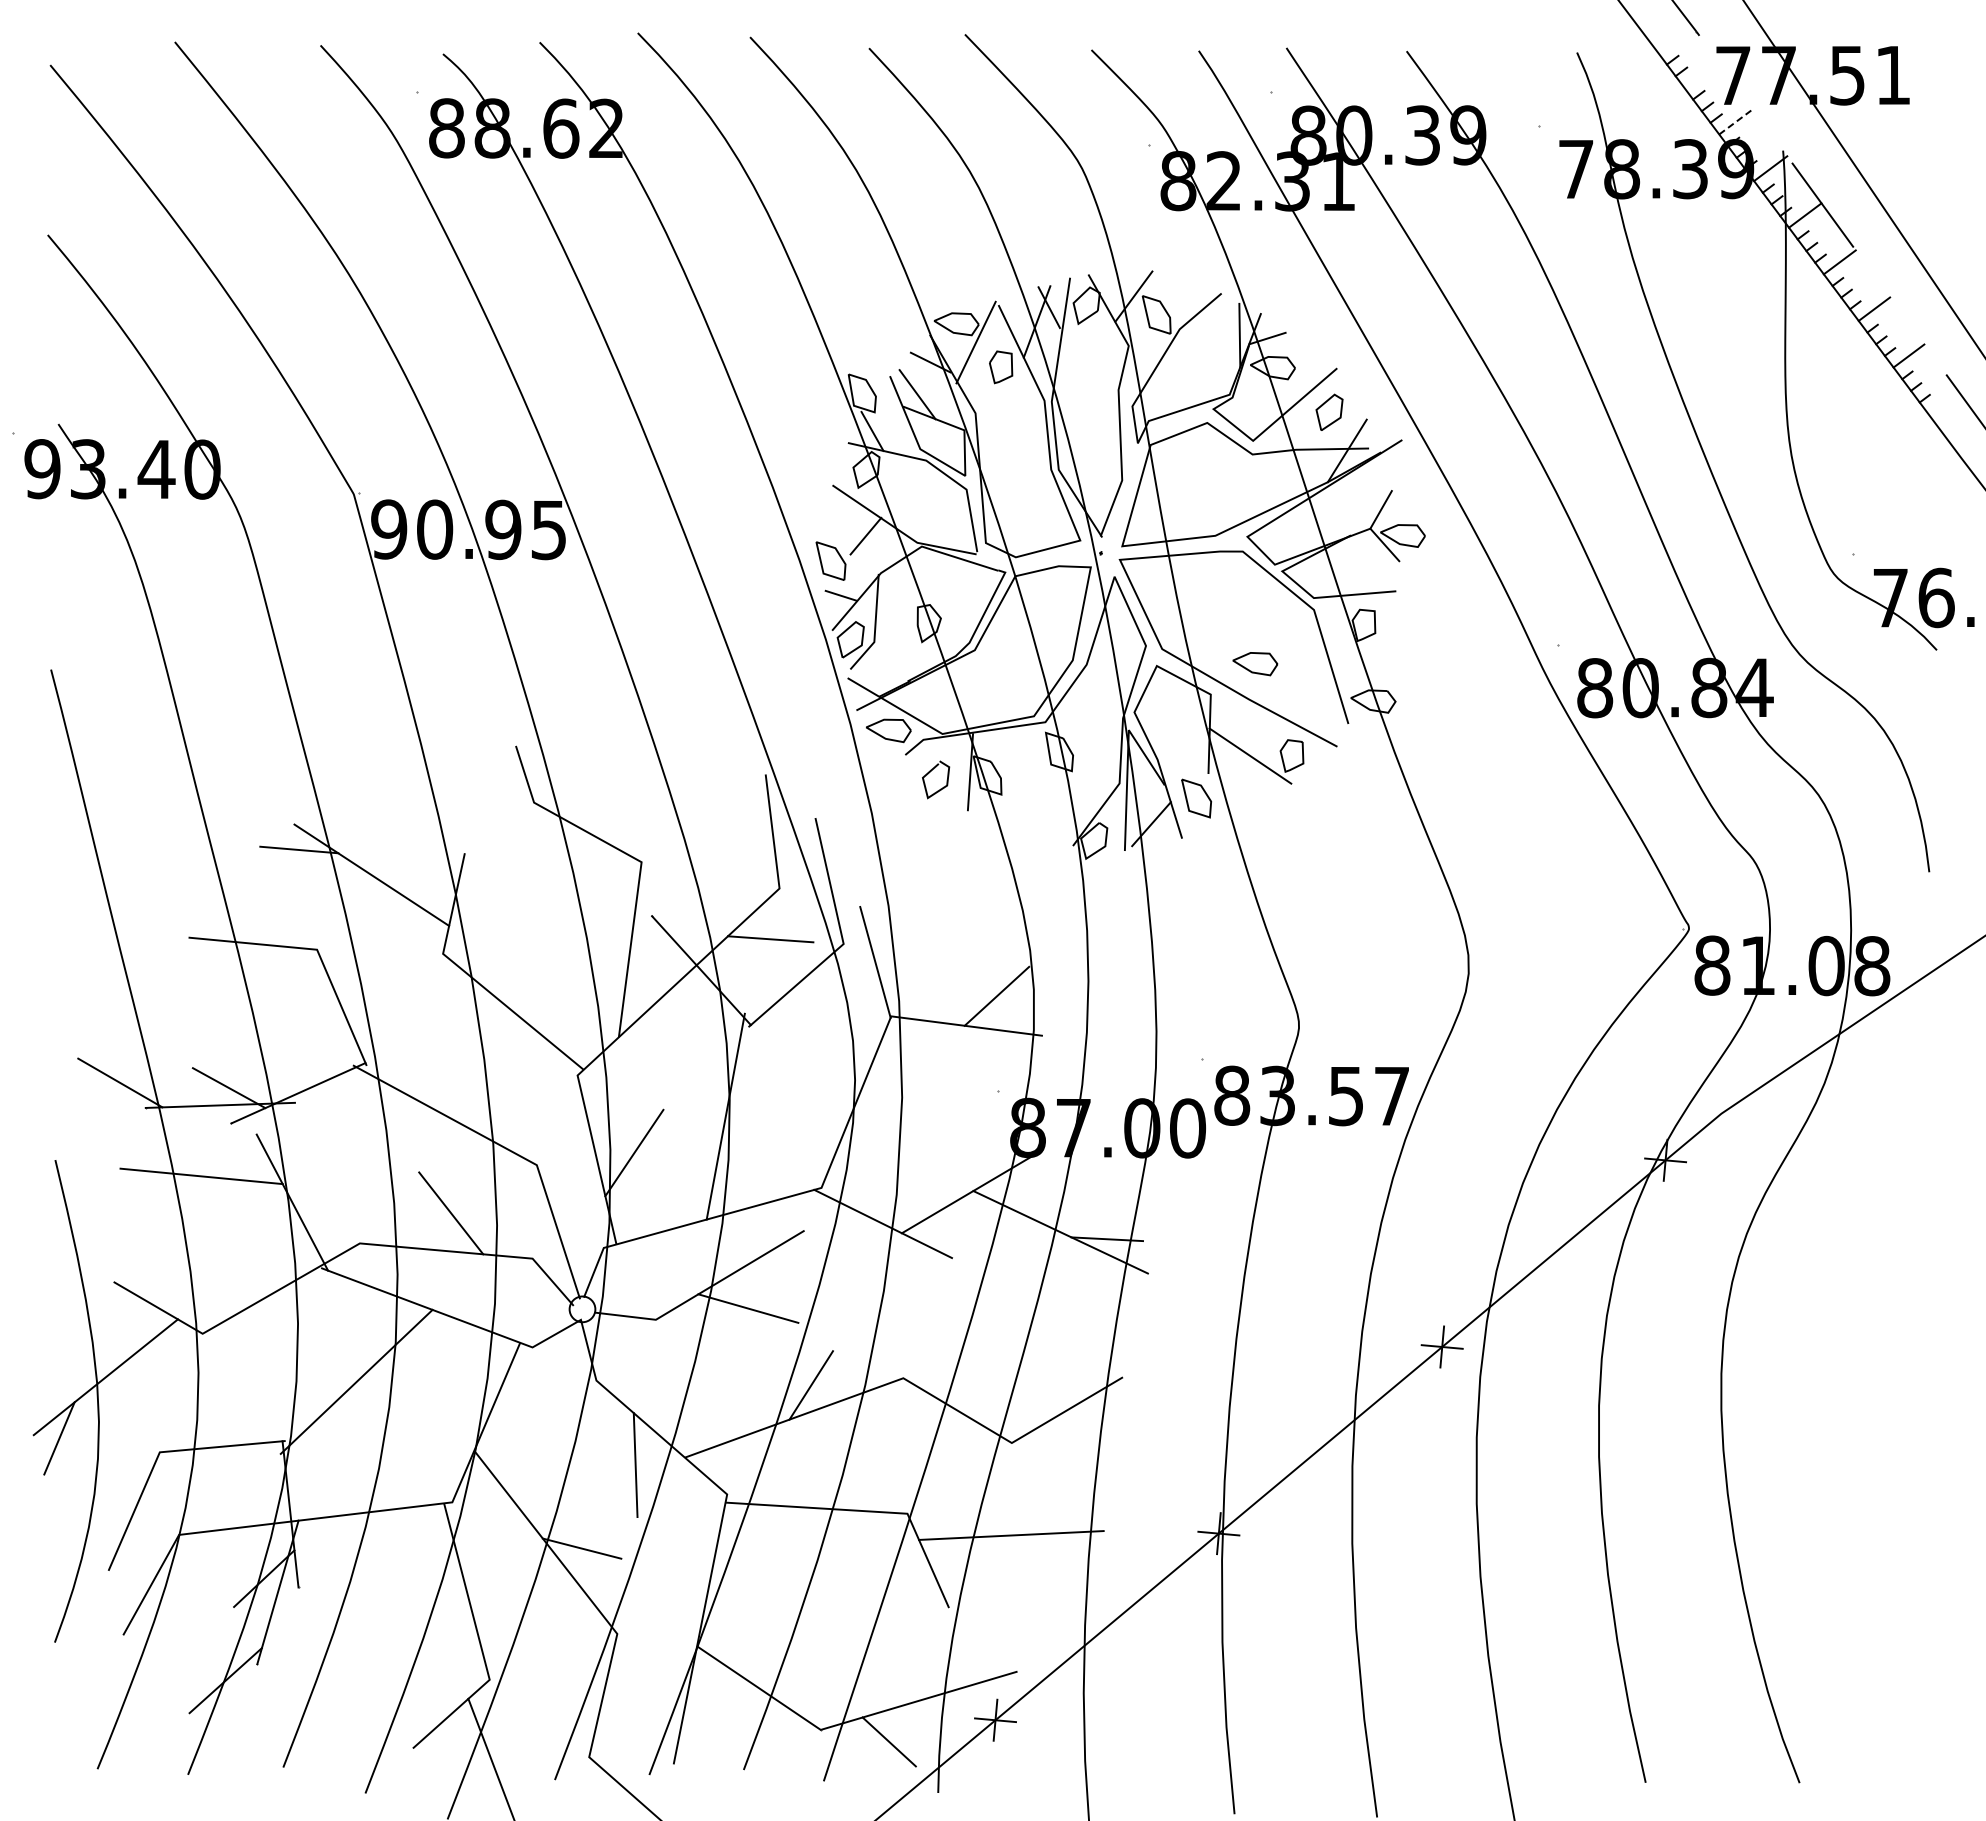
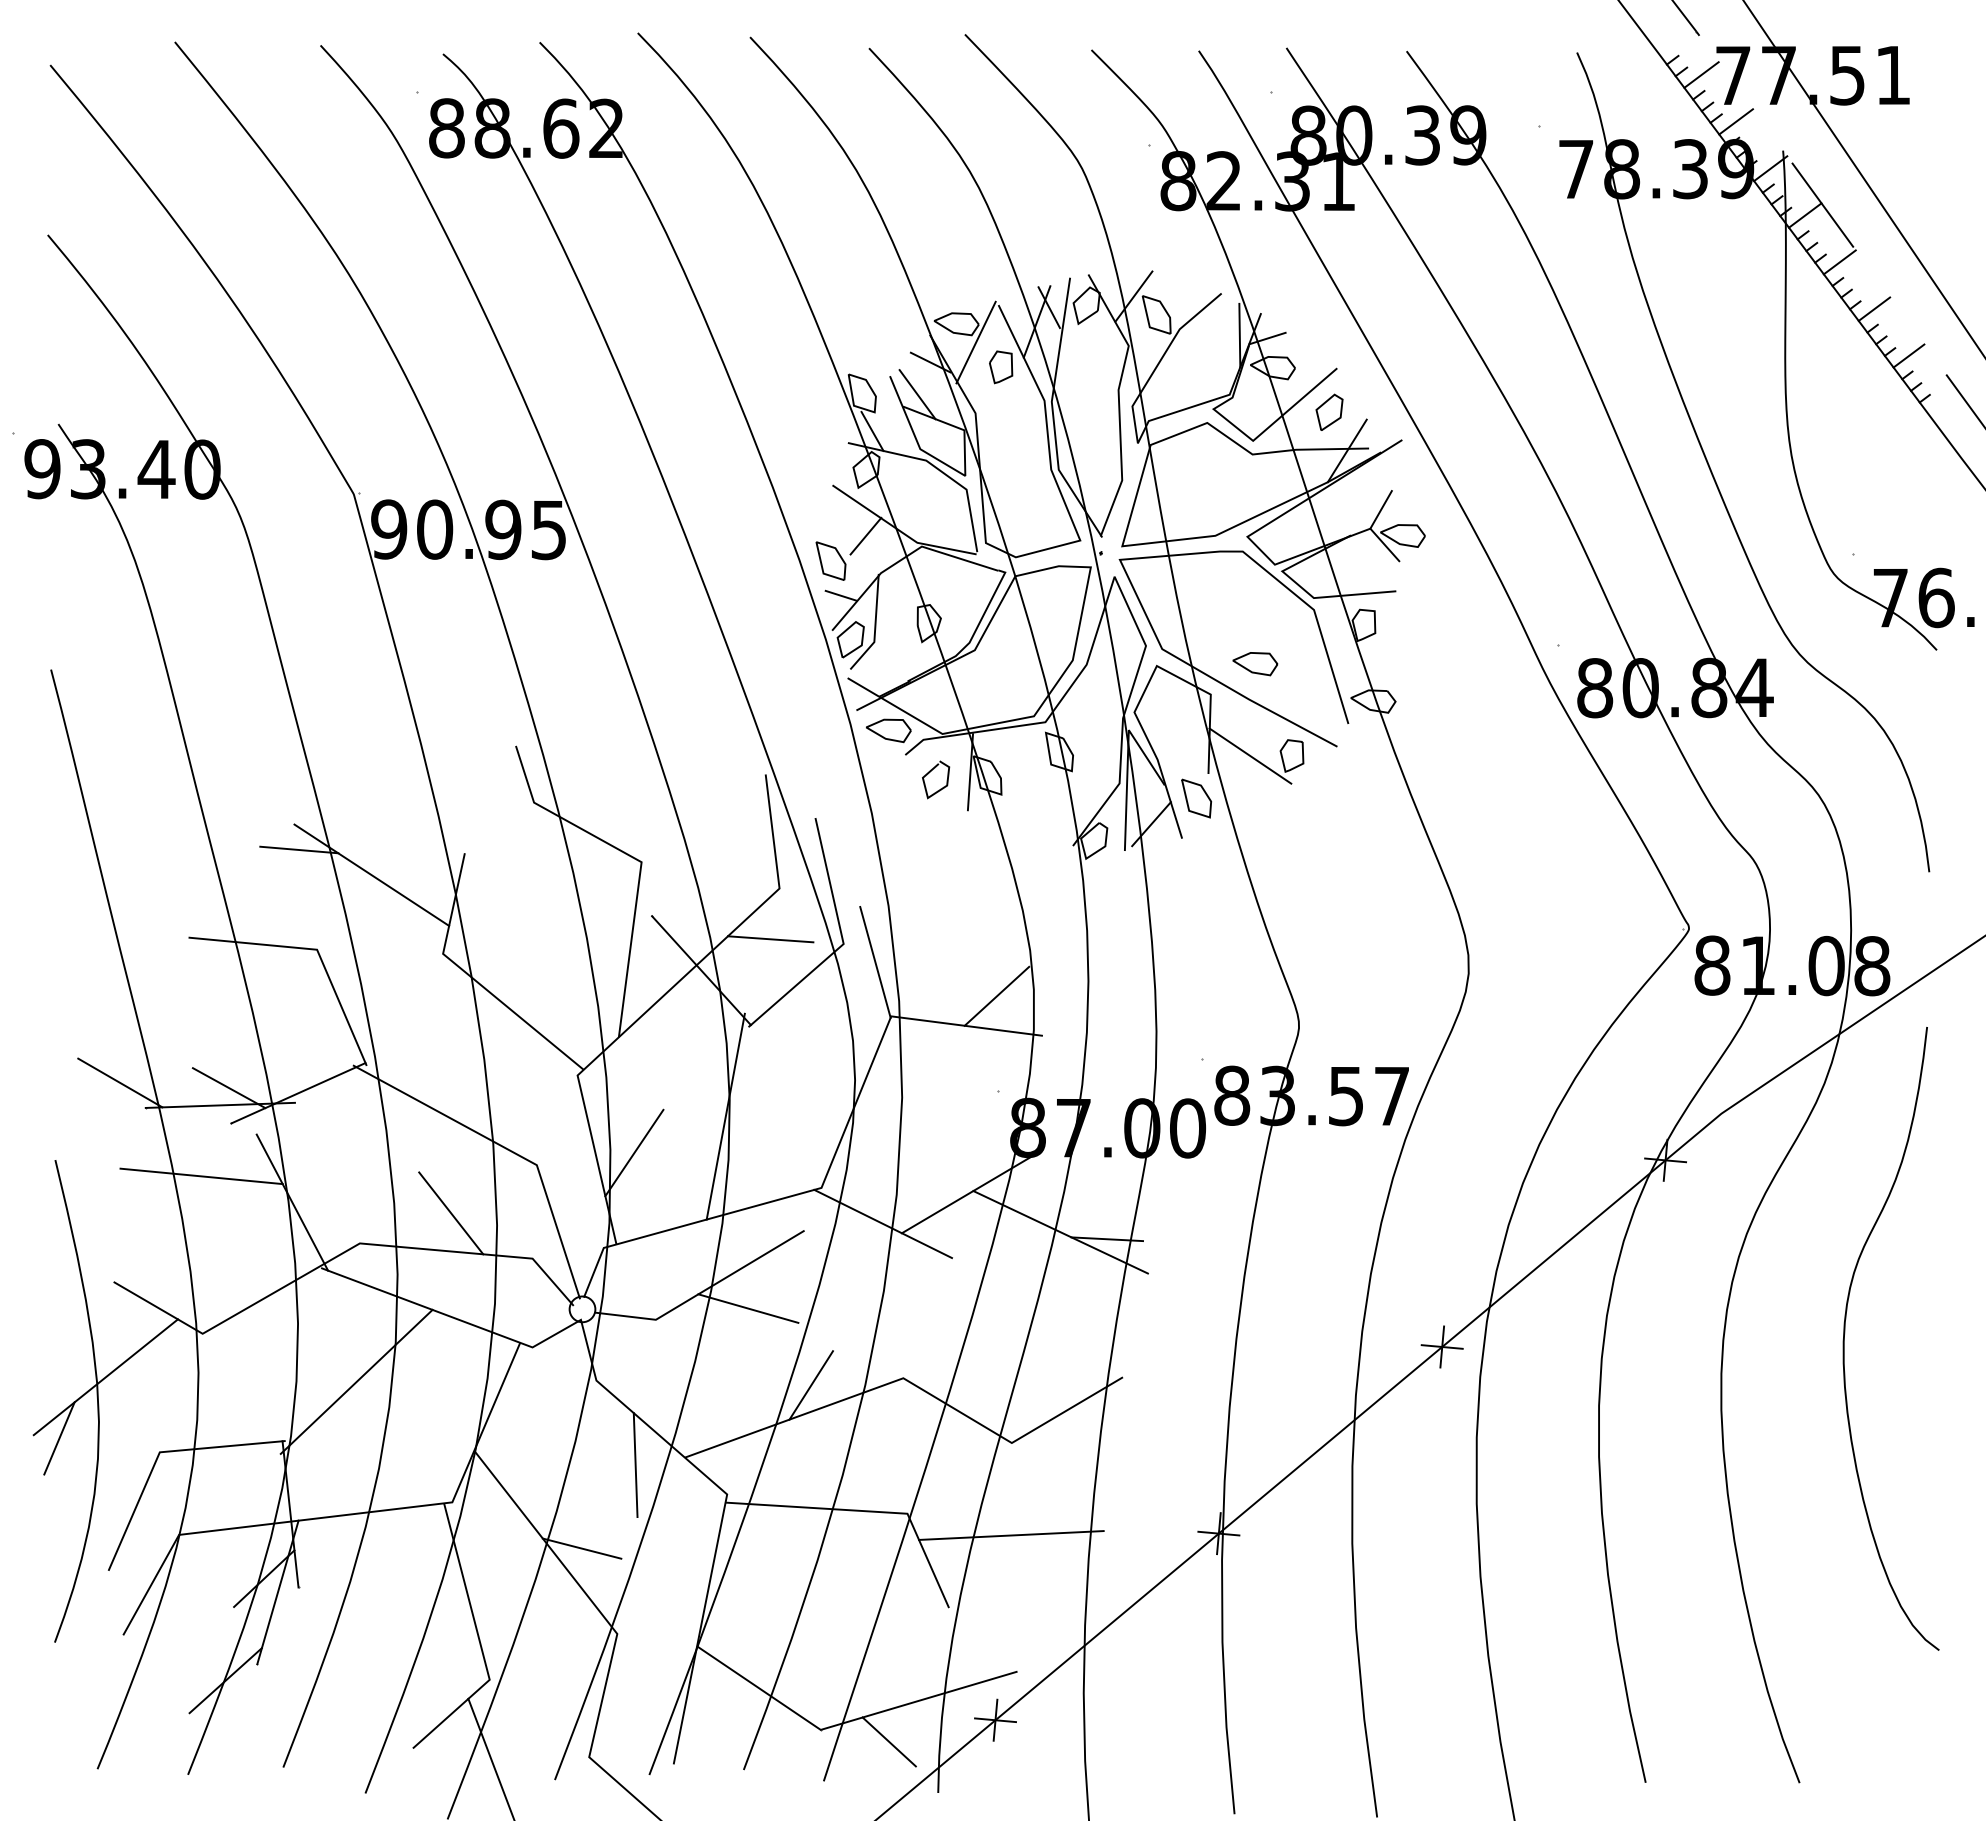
line at (1701, 74): none -> present
line at (1736, 121): dashed -> solid
curve at (1845, 1333): none -> present
